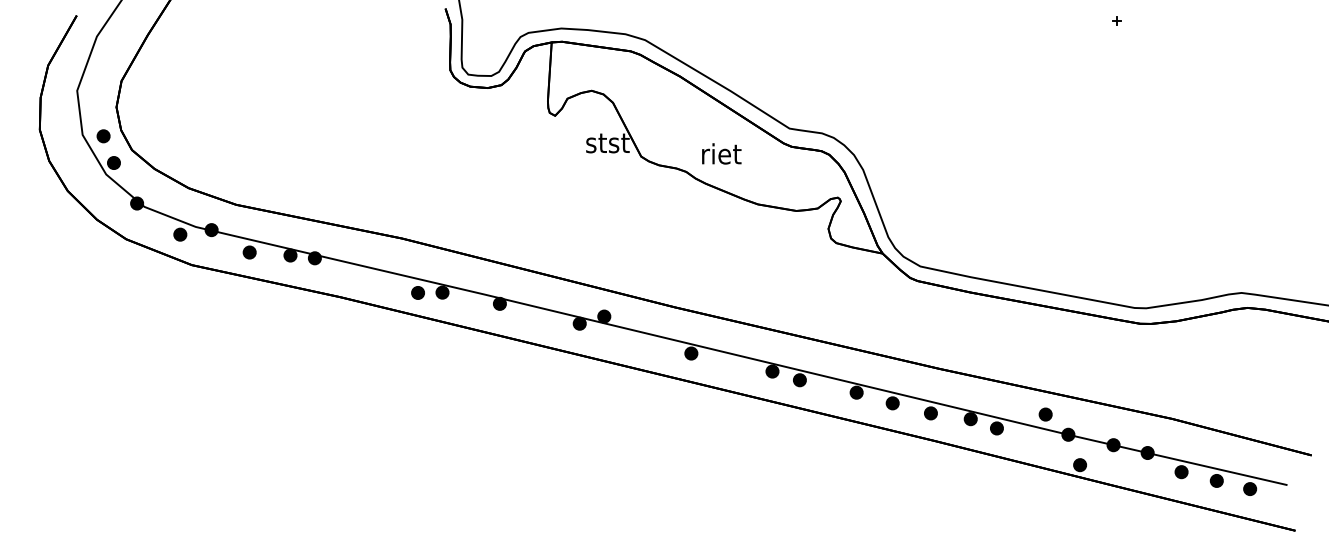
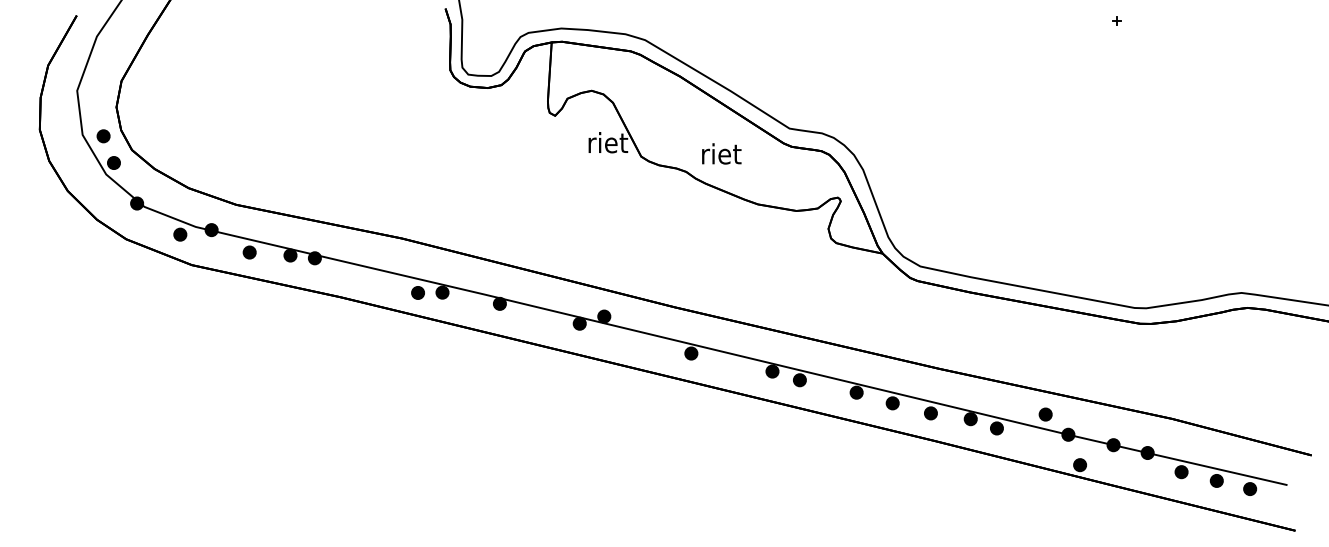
text at (607, 142): stst -> riet
